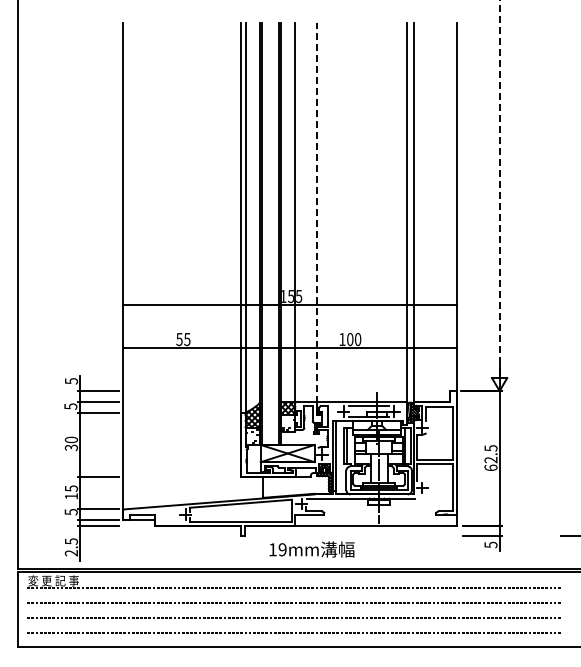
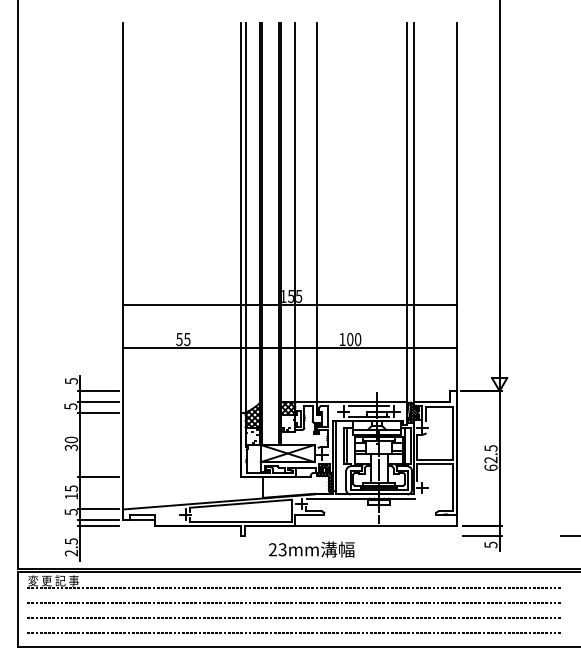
line at (499, 188): dashed -> solid
line at (316, 212): dashed -> solid
text at (277, 549): 19mm -> 23mm
